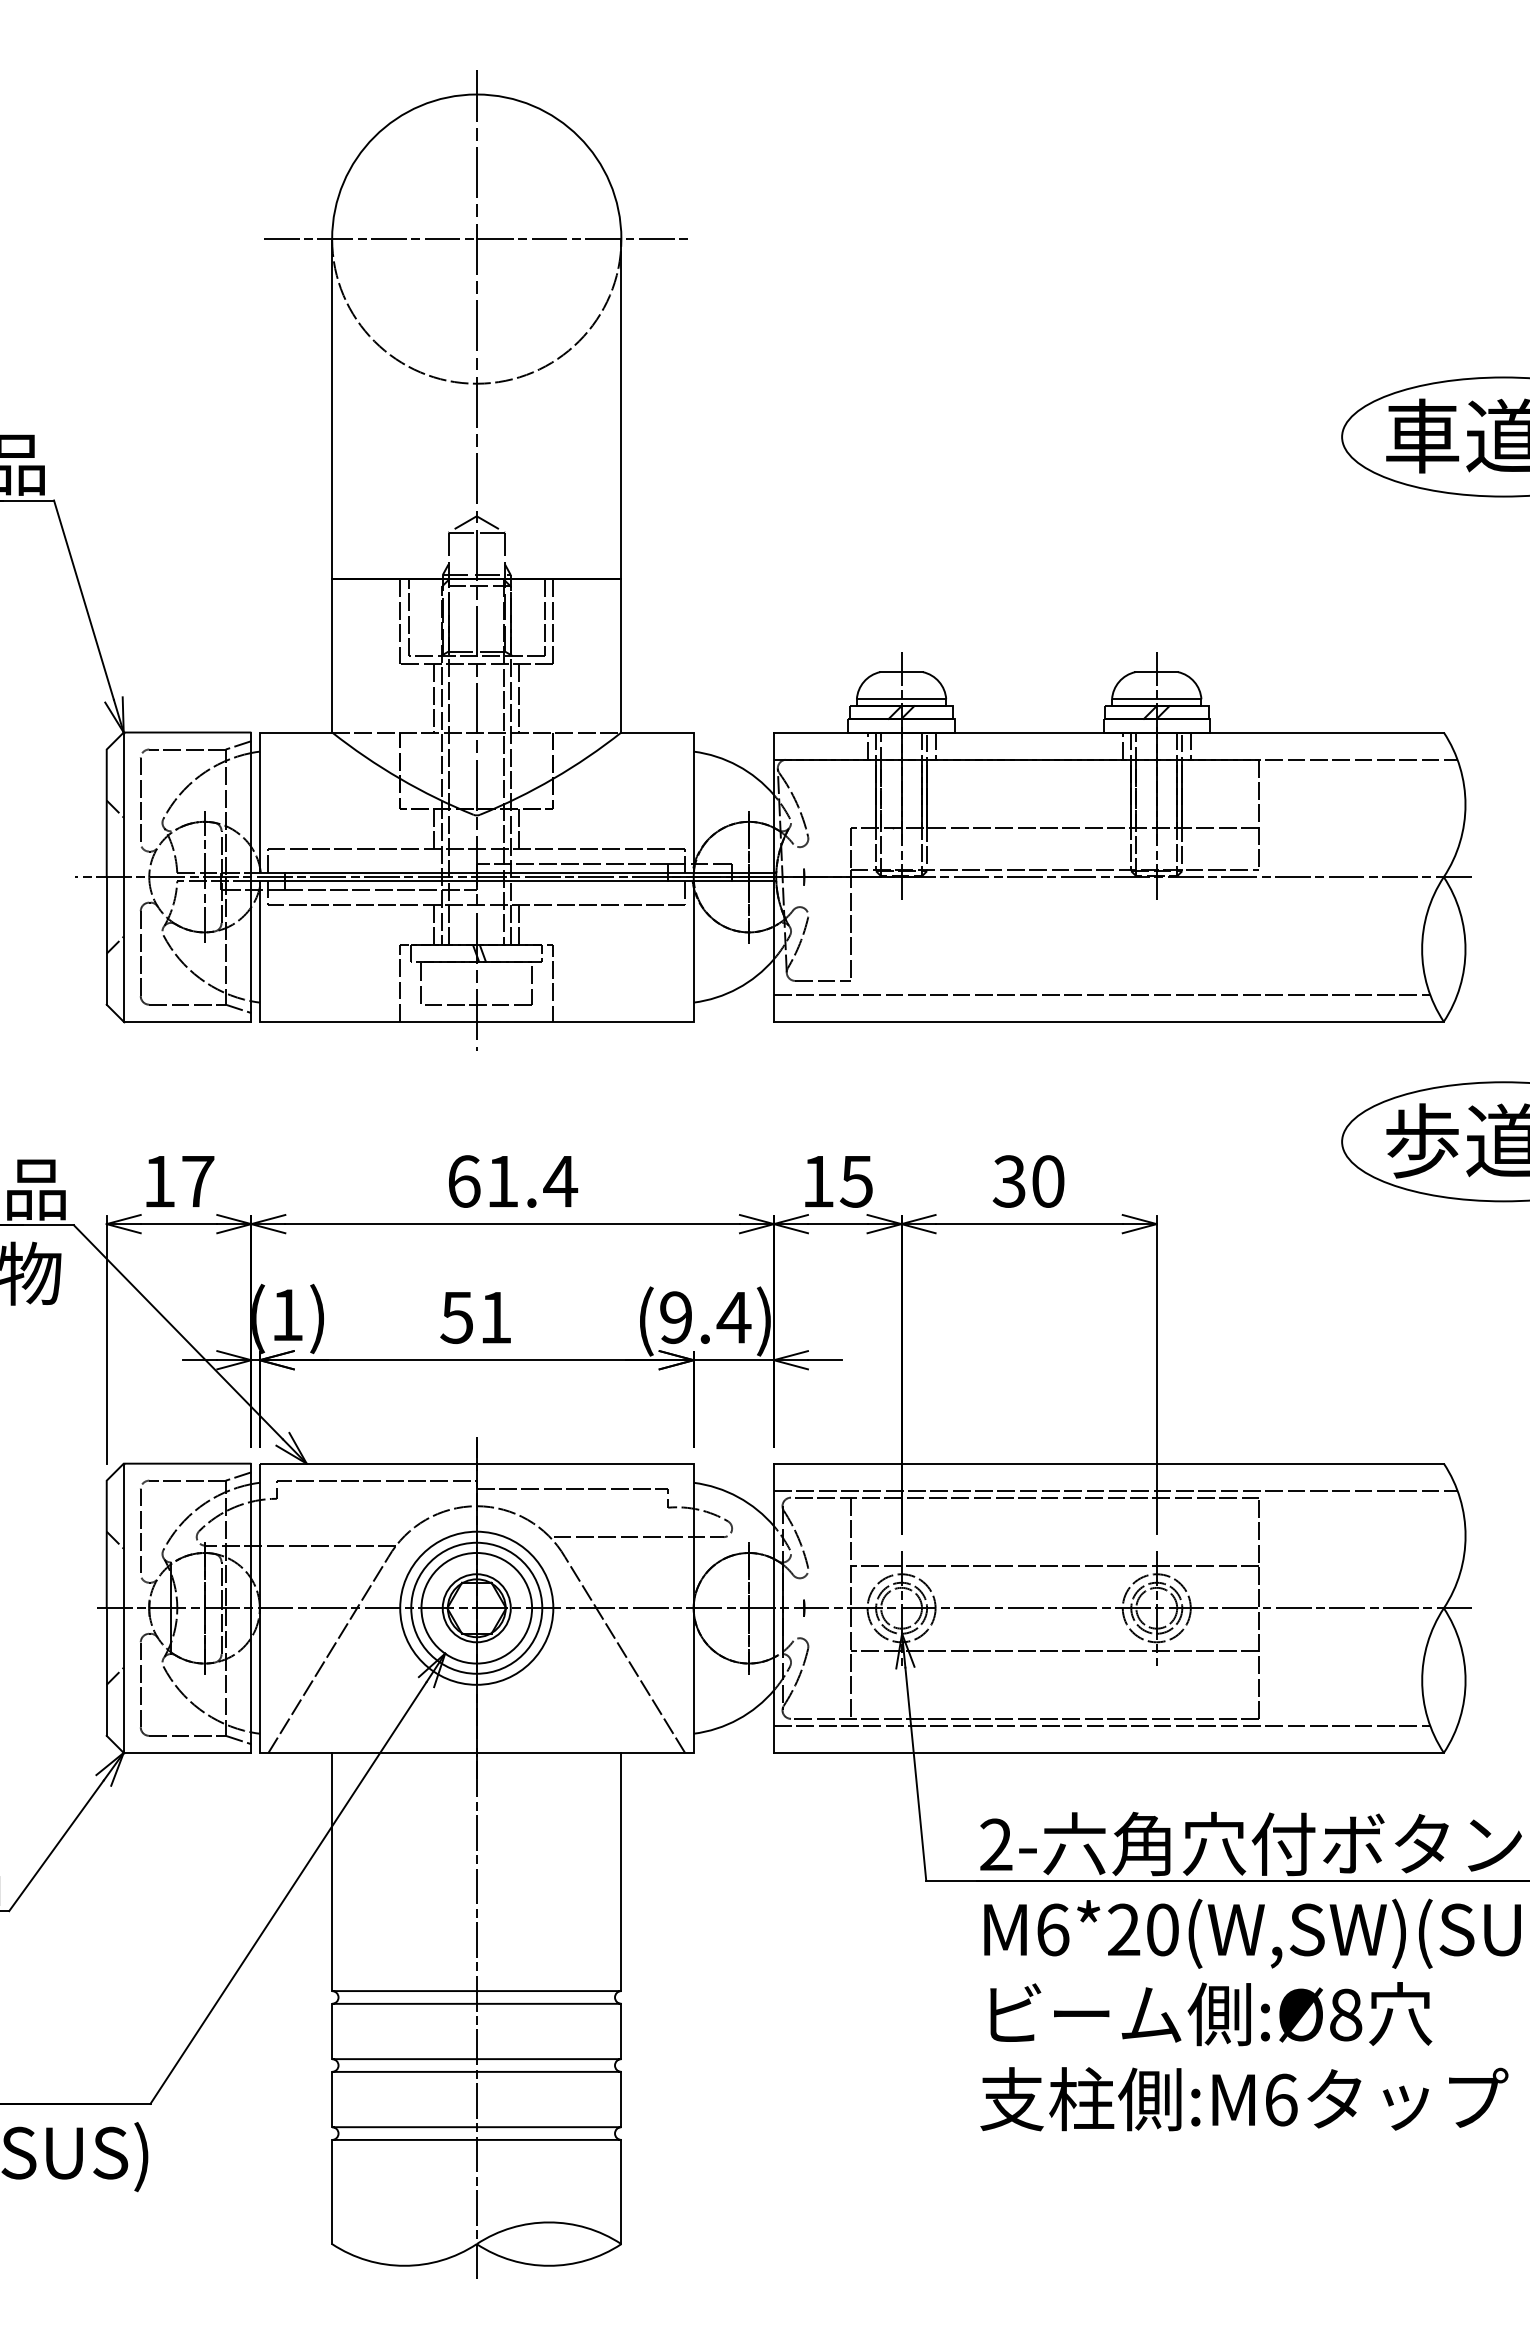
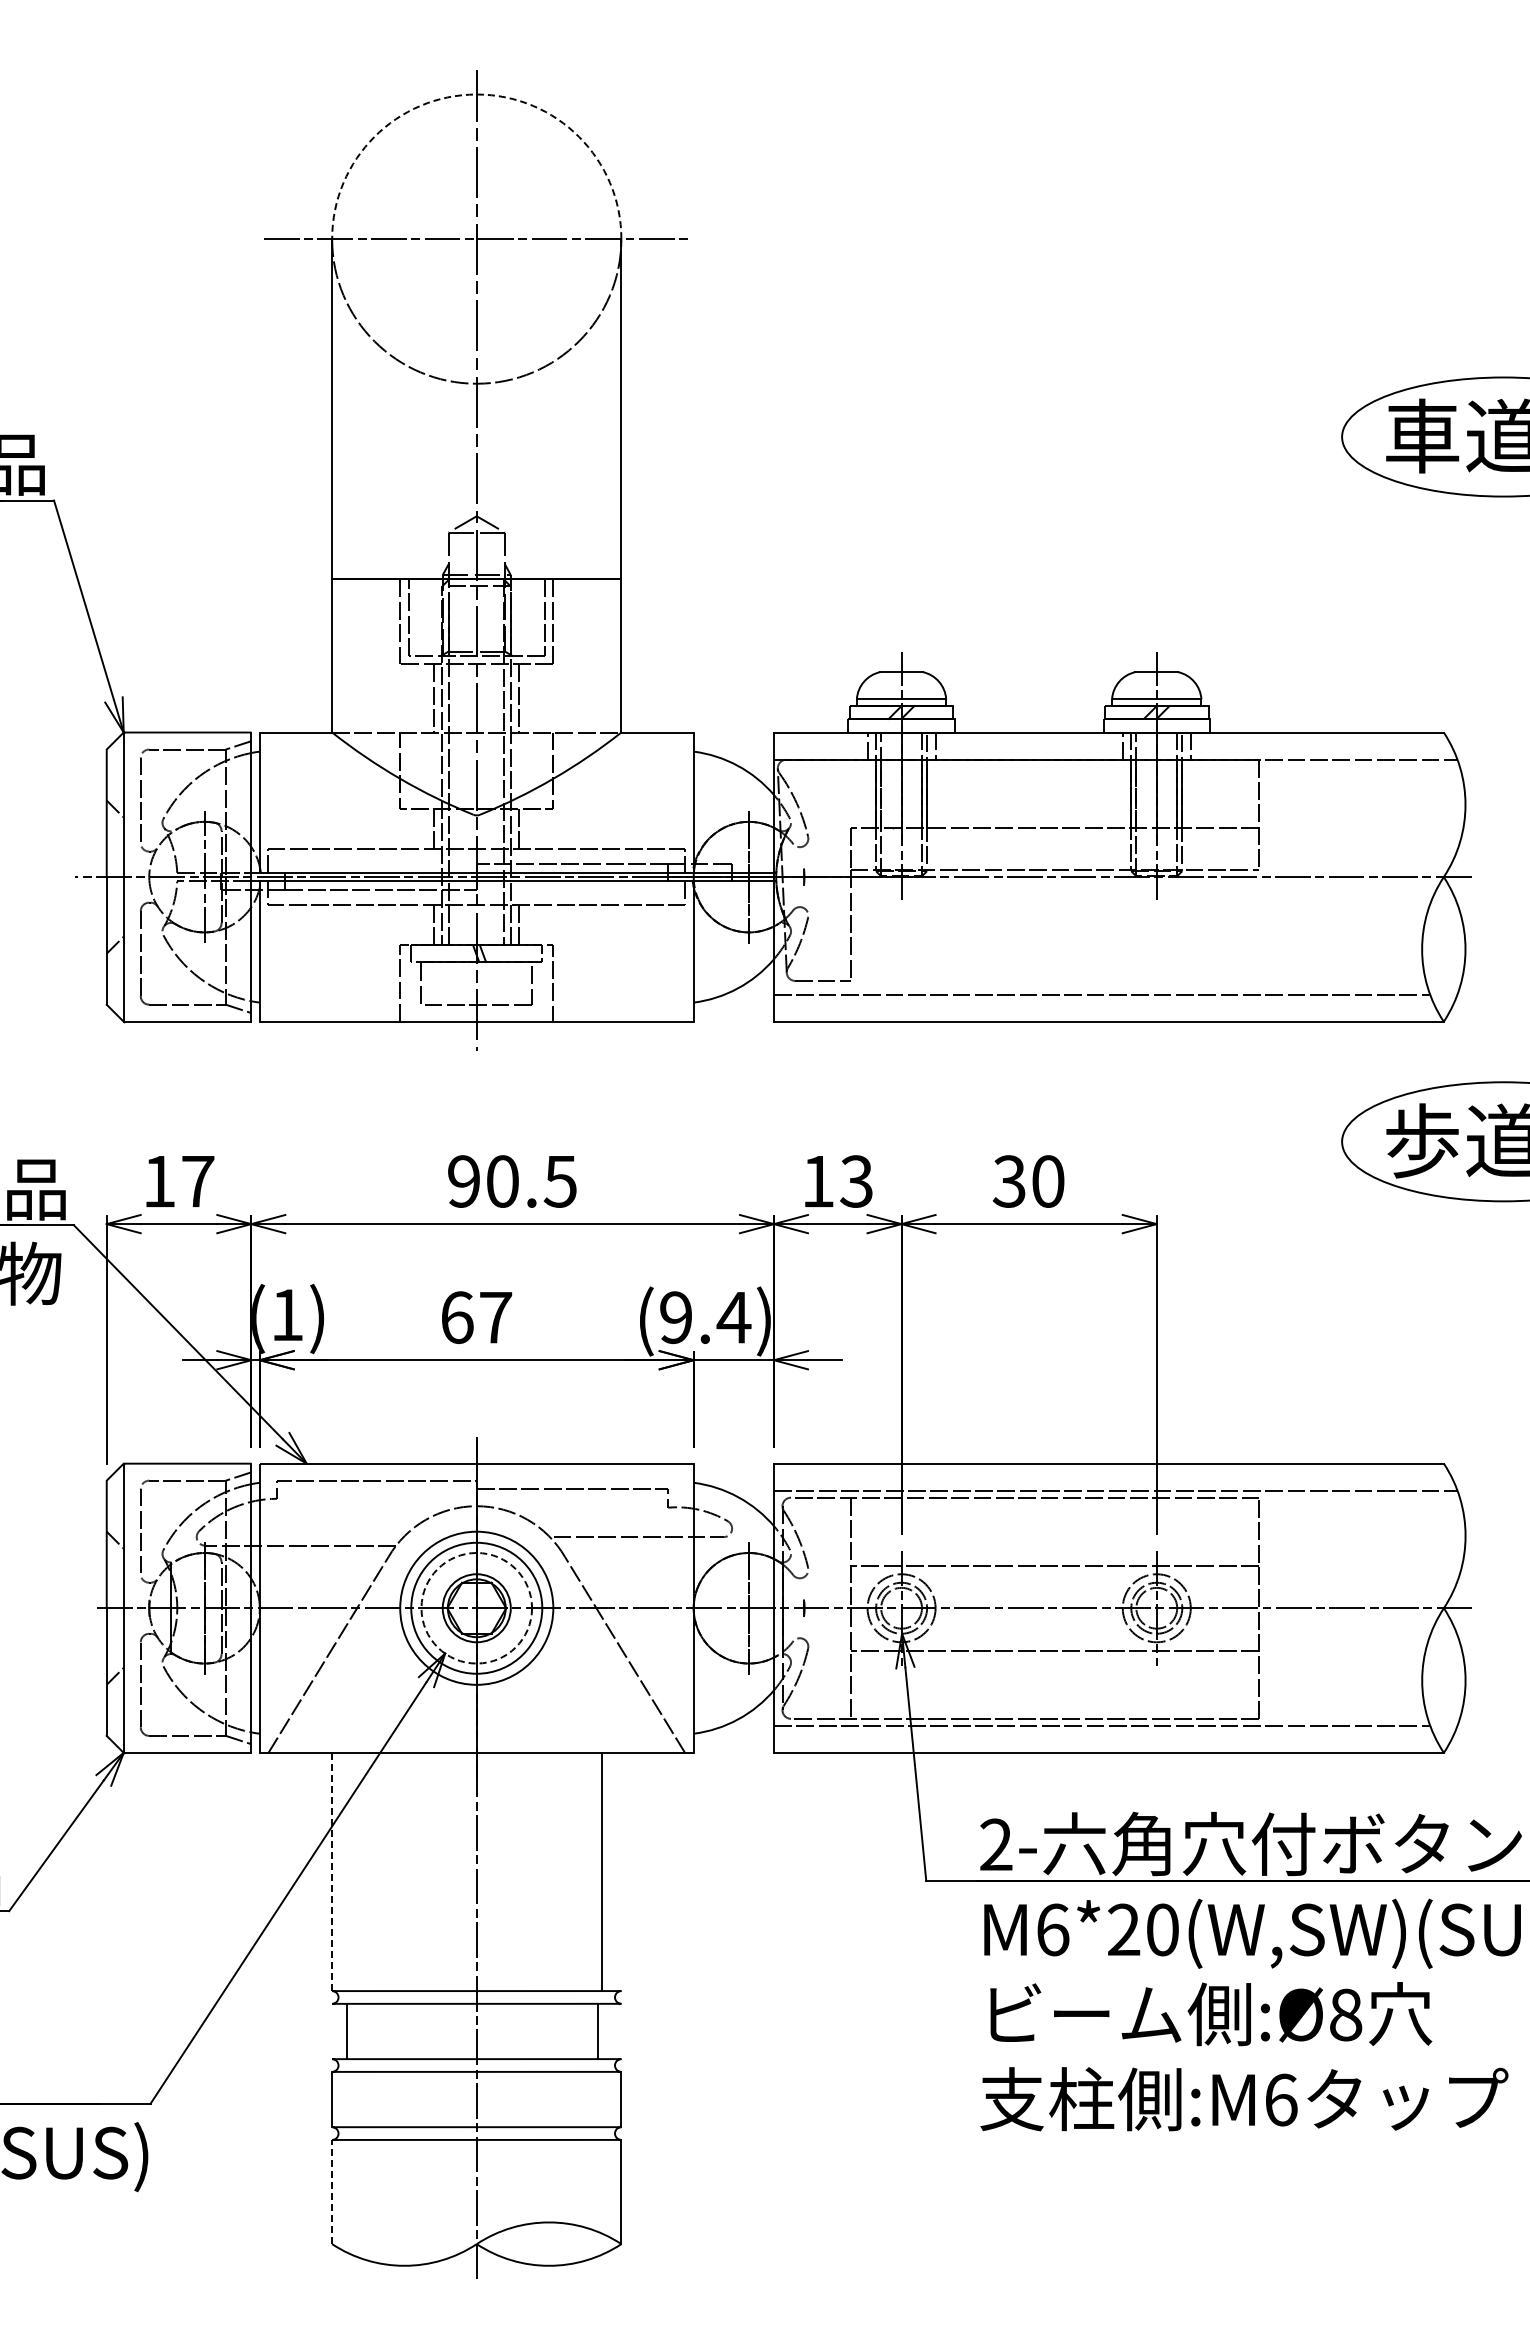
arc at (476, 94): solid -> dashed
text at (513, 1181): 61.4 -> 90.5
text at (855, 1181): 15 -> 13
text at (476, 1317): 51 -> 67
circle at (476, 1607): solid -> dashed
line at (332, 1871): solid -> dashed
line at (621, 1871) position: (621, 1871) -> (602, 1871)
line at (332, 2031) position: (332, 2031) -> (347, 2031)
line at (621, 2031) position: (621, 2031) -> (598, 2031)
line at (332, 2191): solid -> dashed
